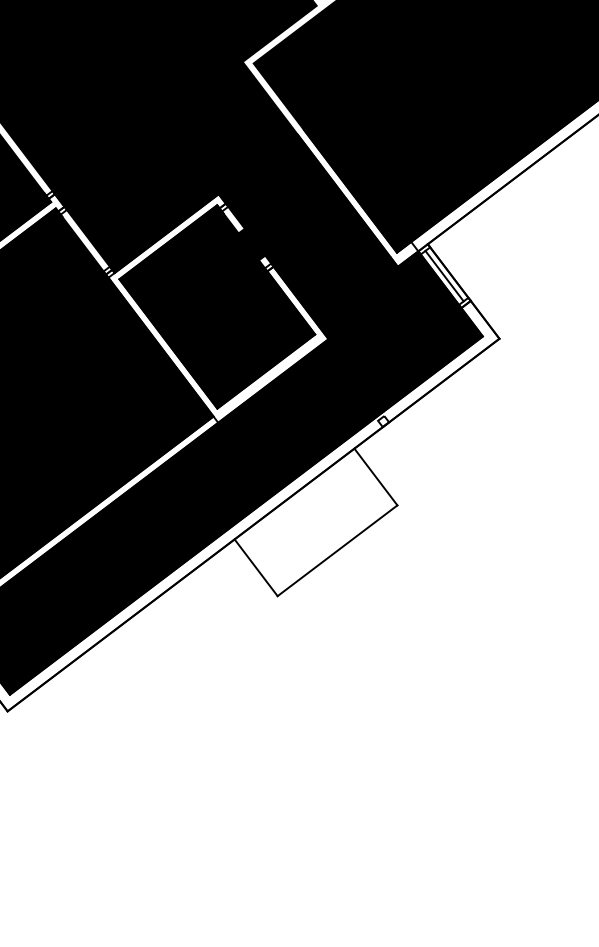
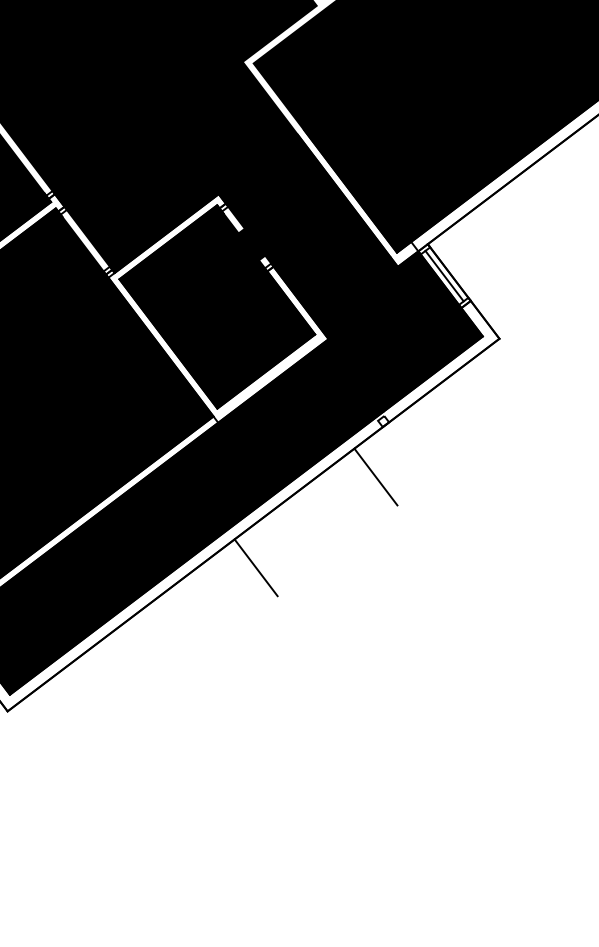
line at (337, 550): present -> none
